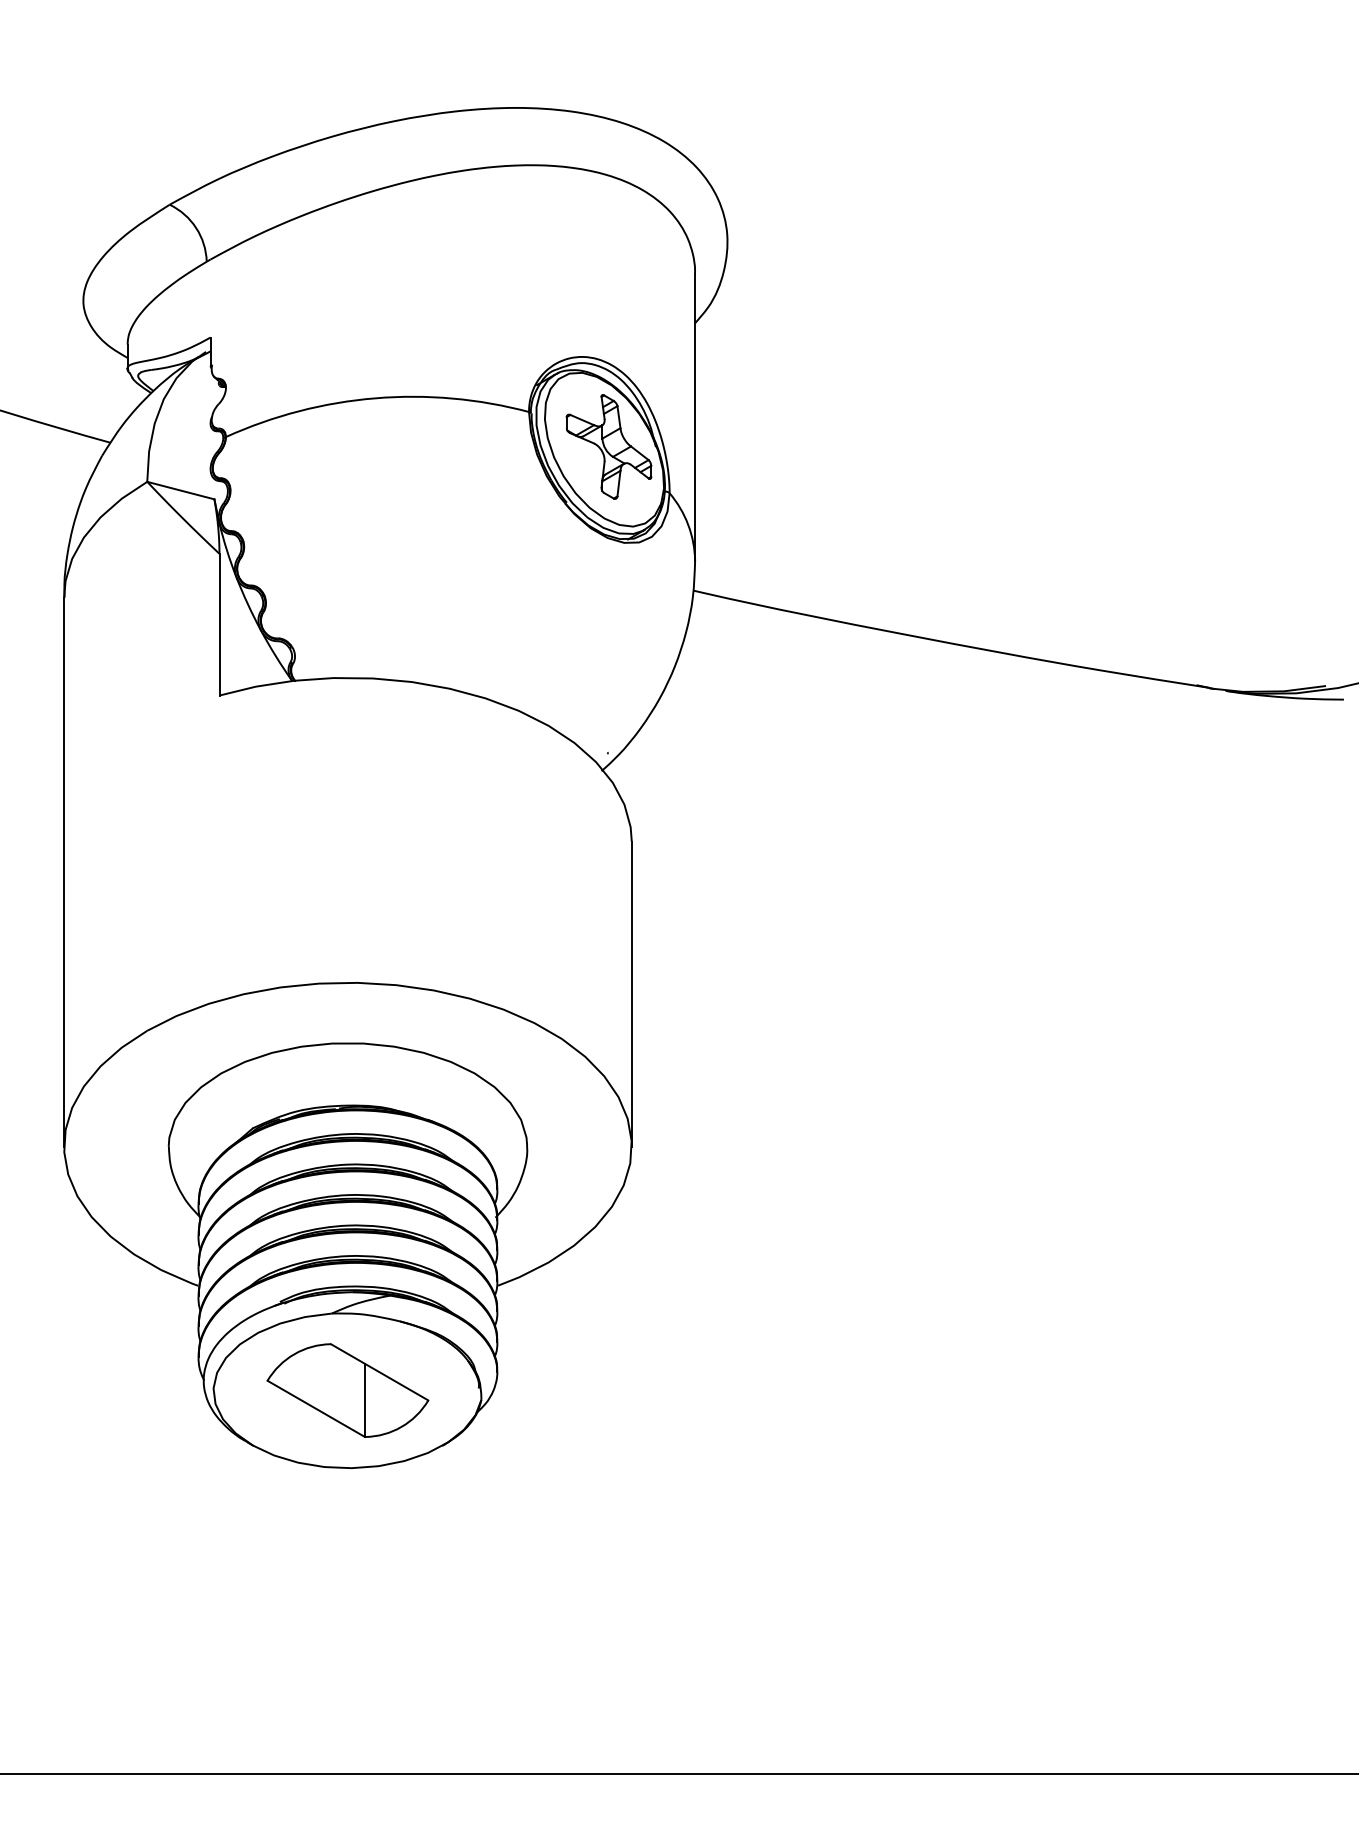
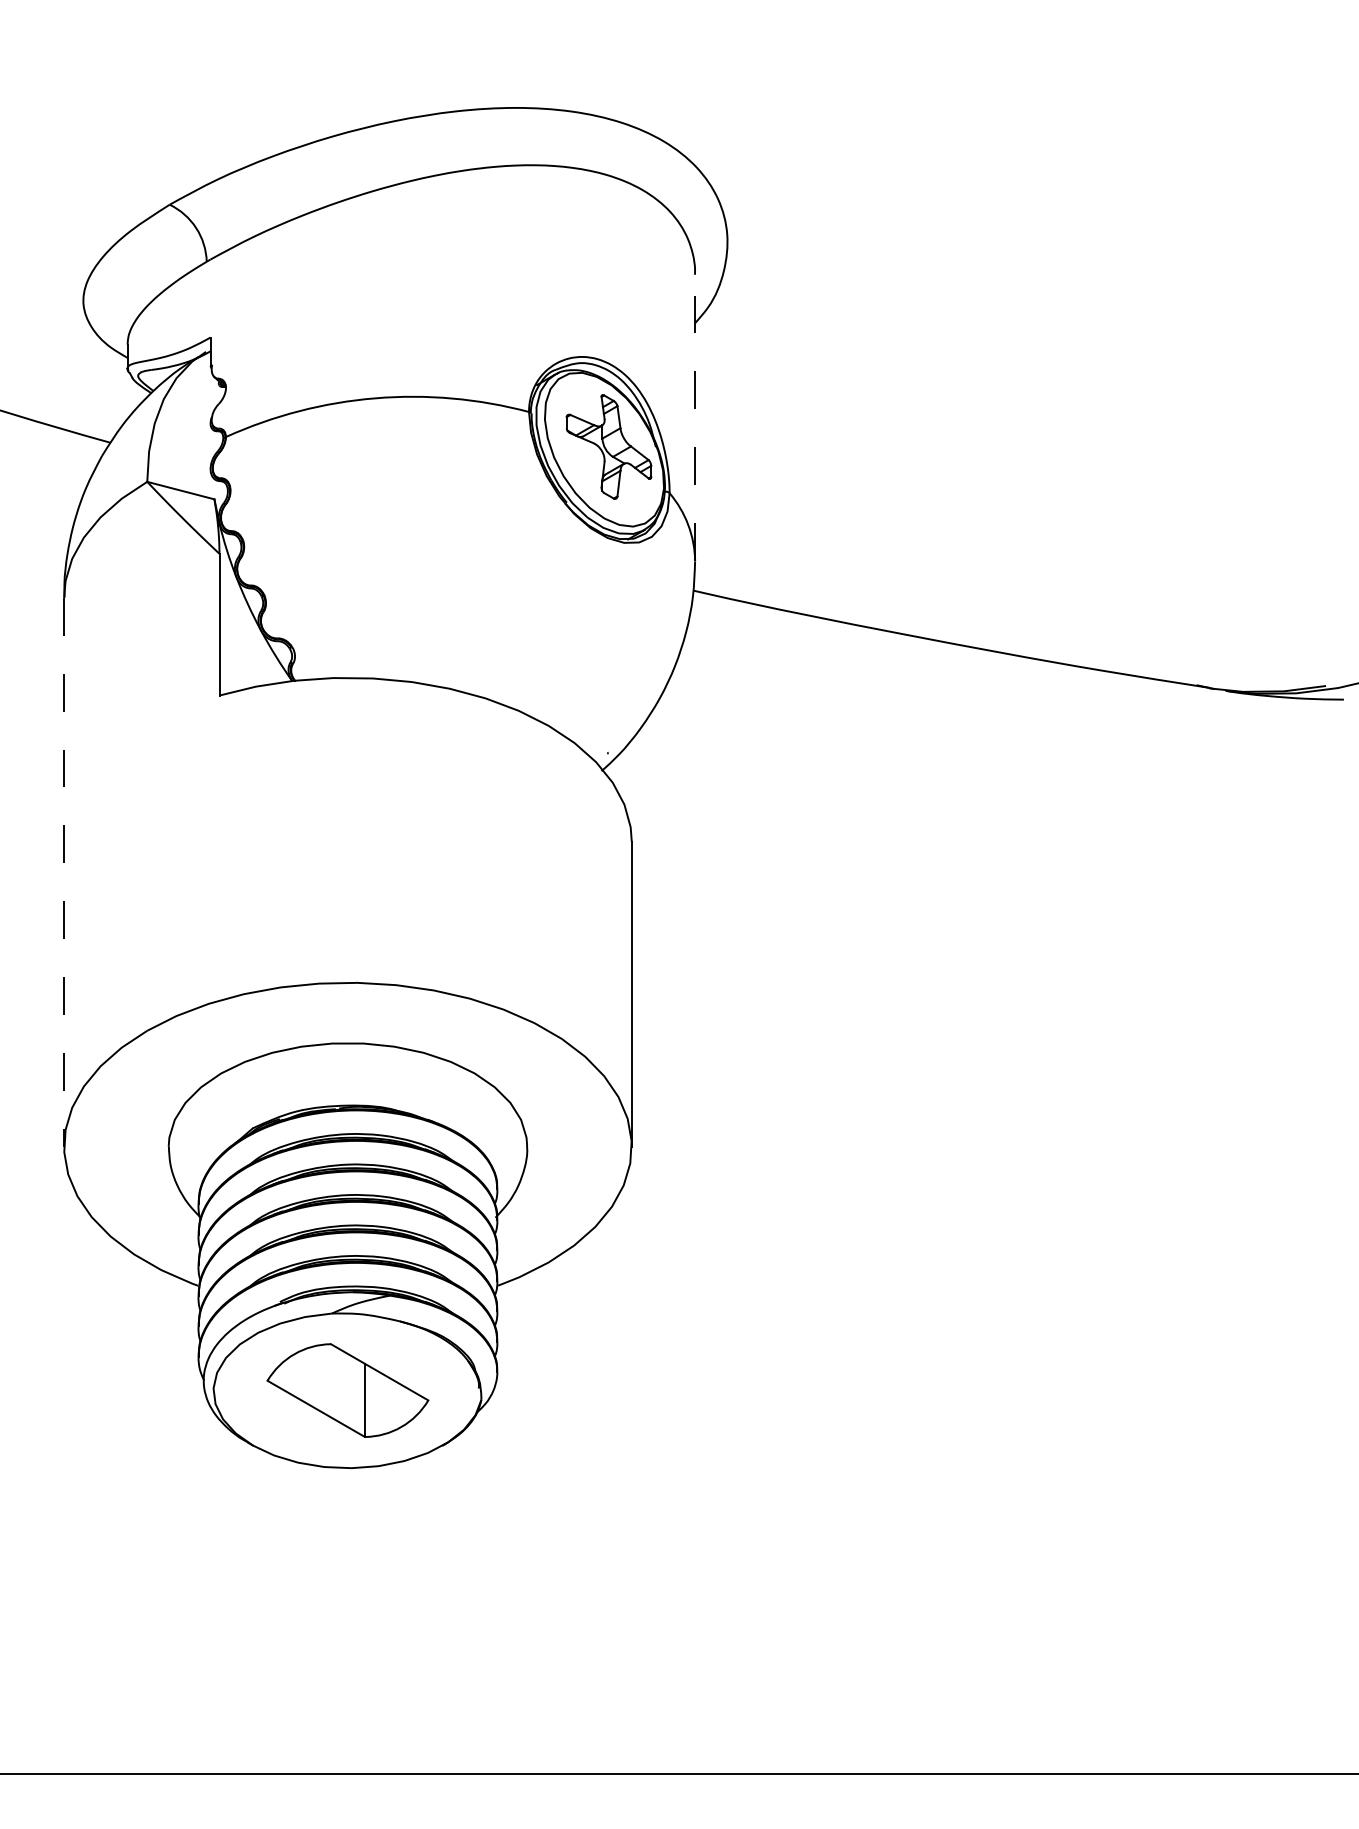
line at (695, 417): solid -> dashed
line at (64, 872): solid -> dashed
